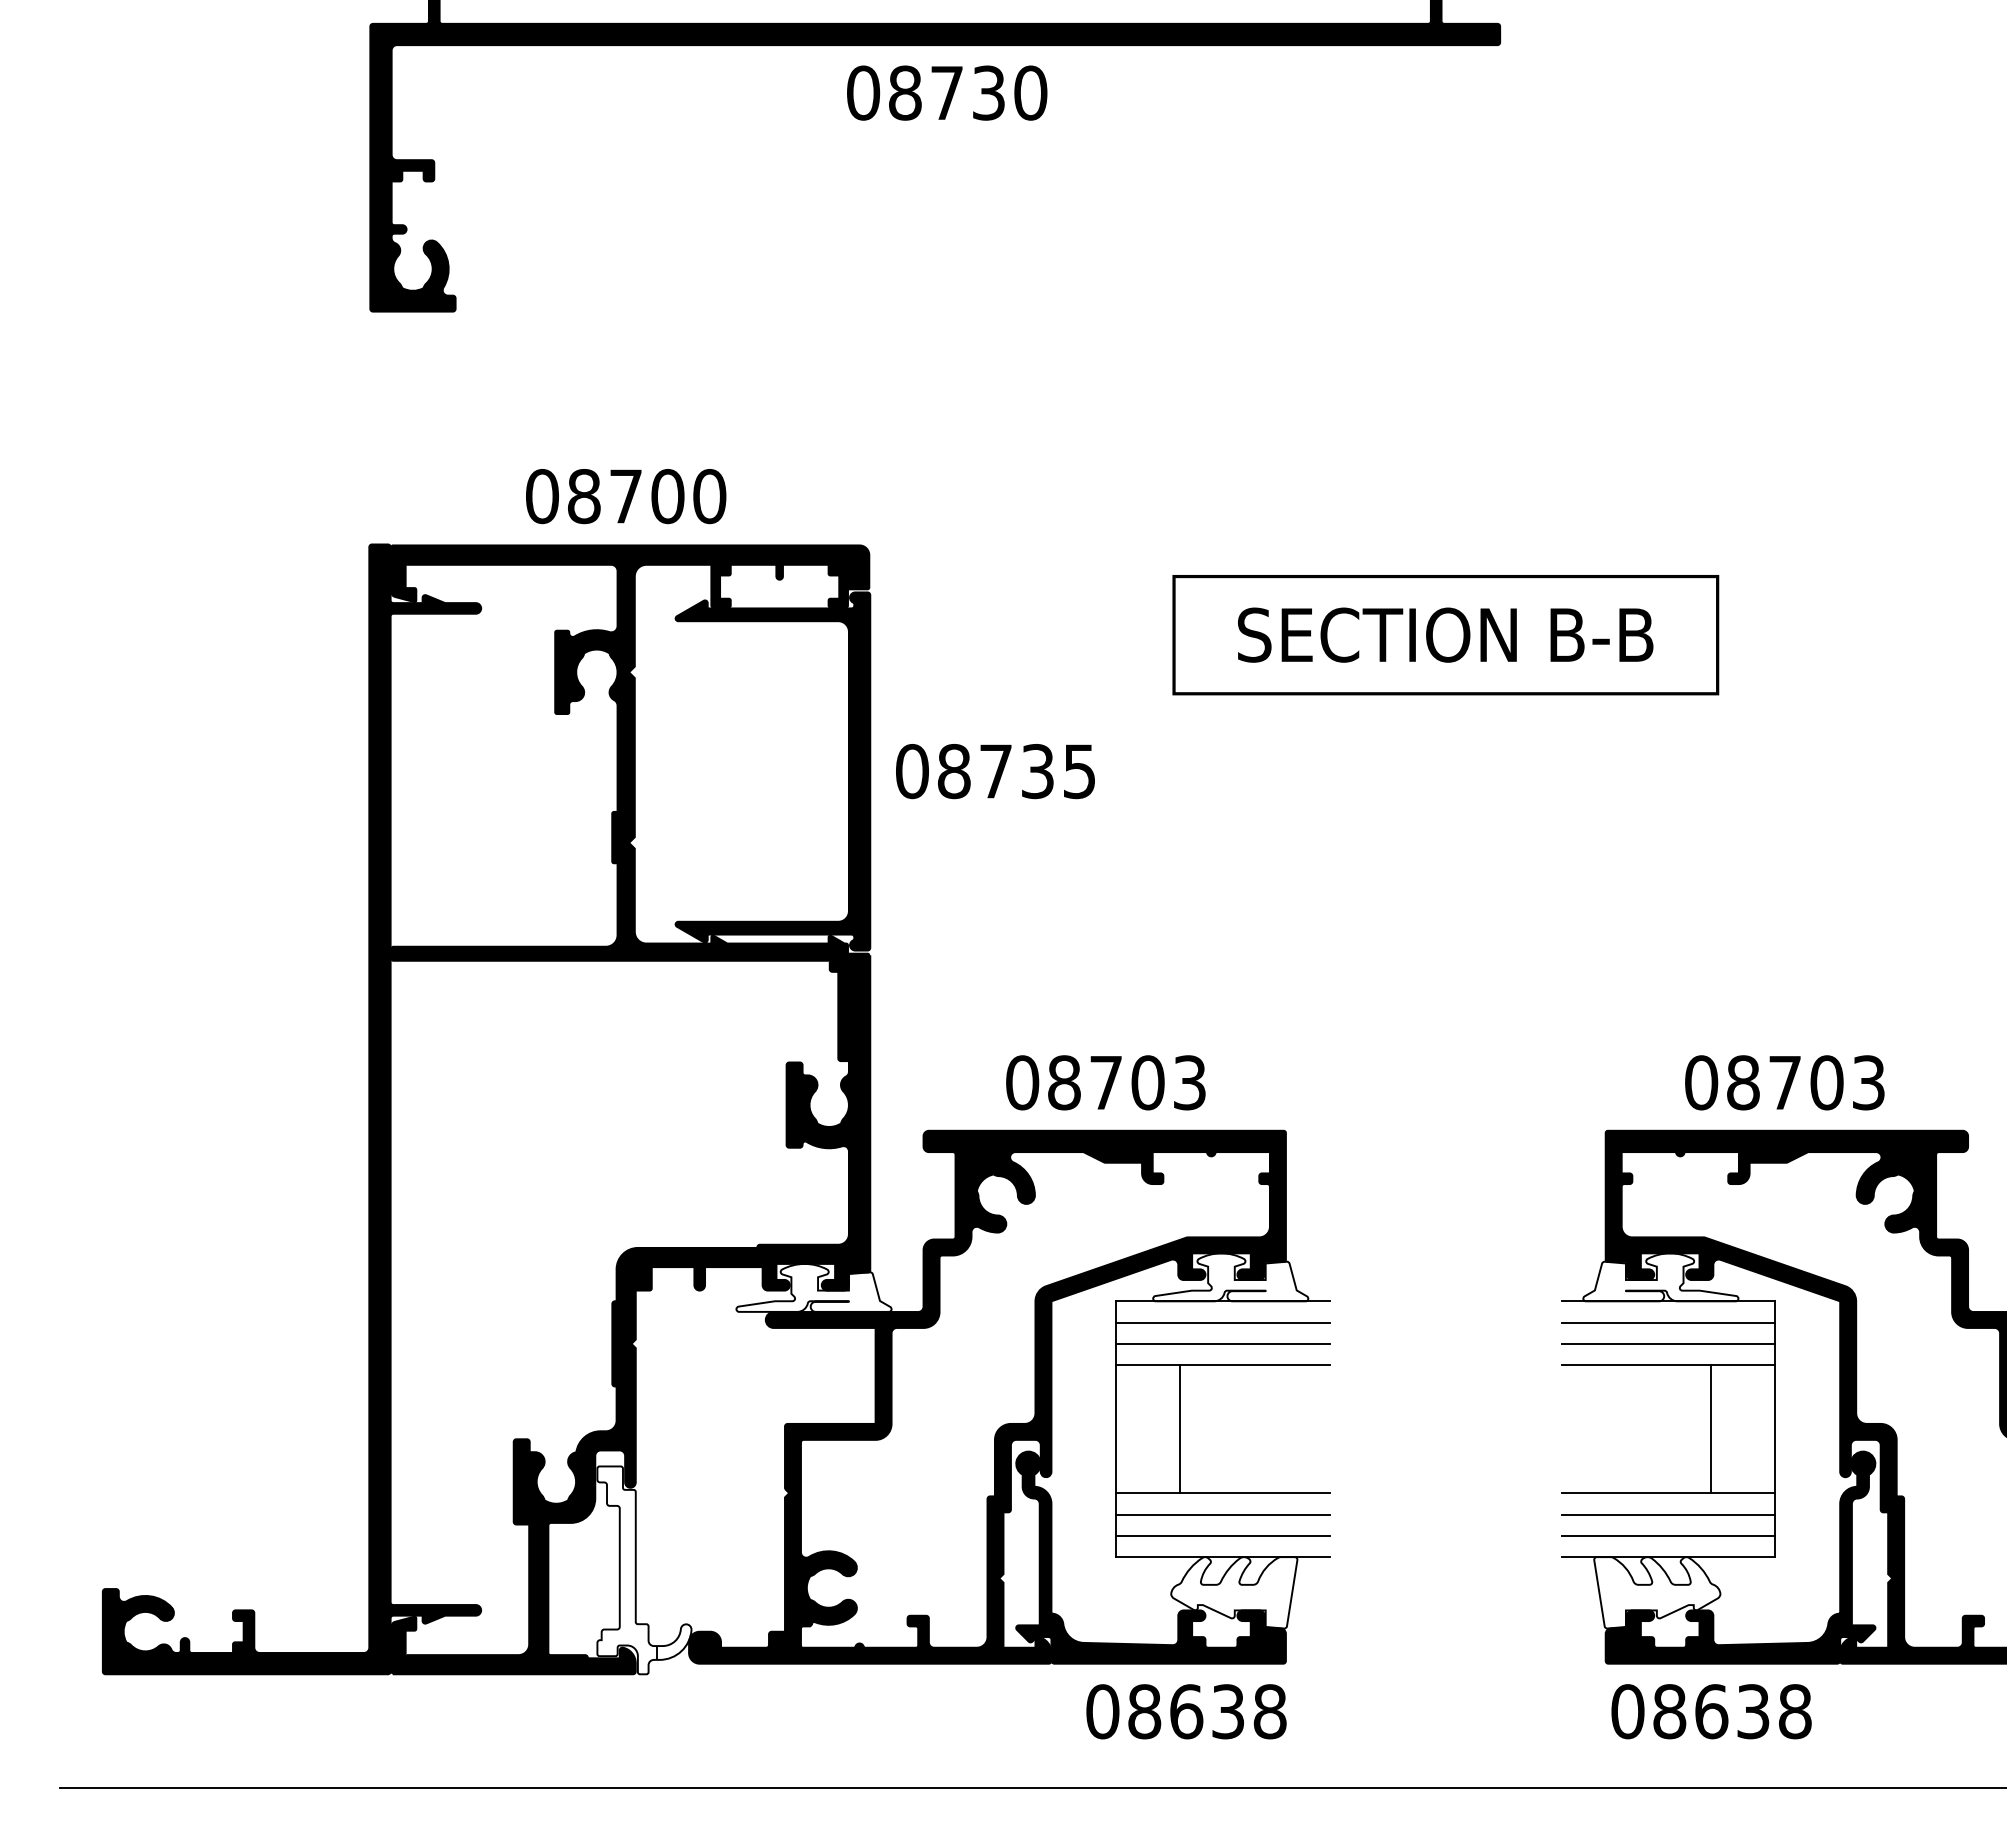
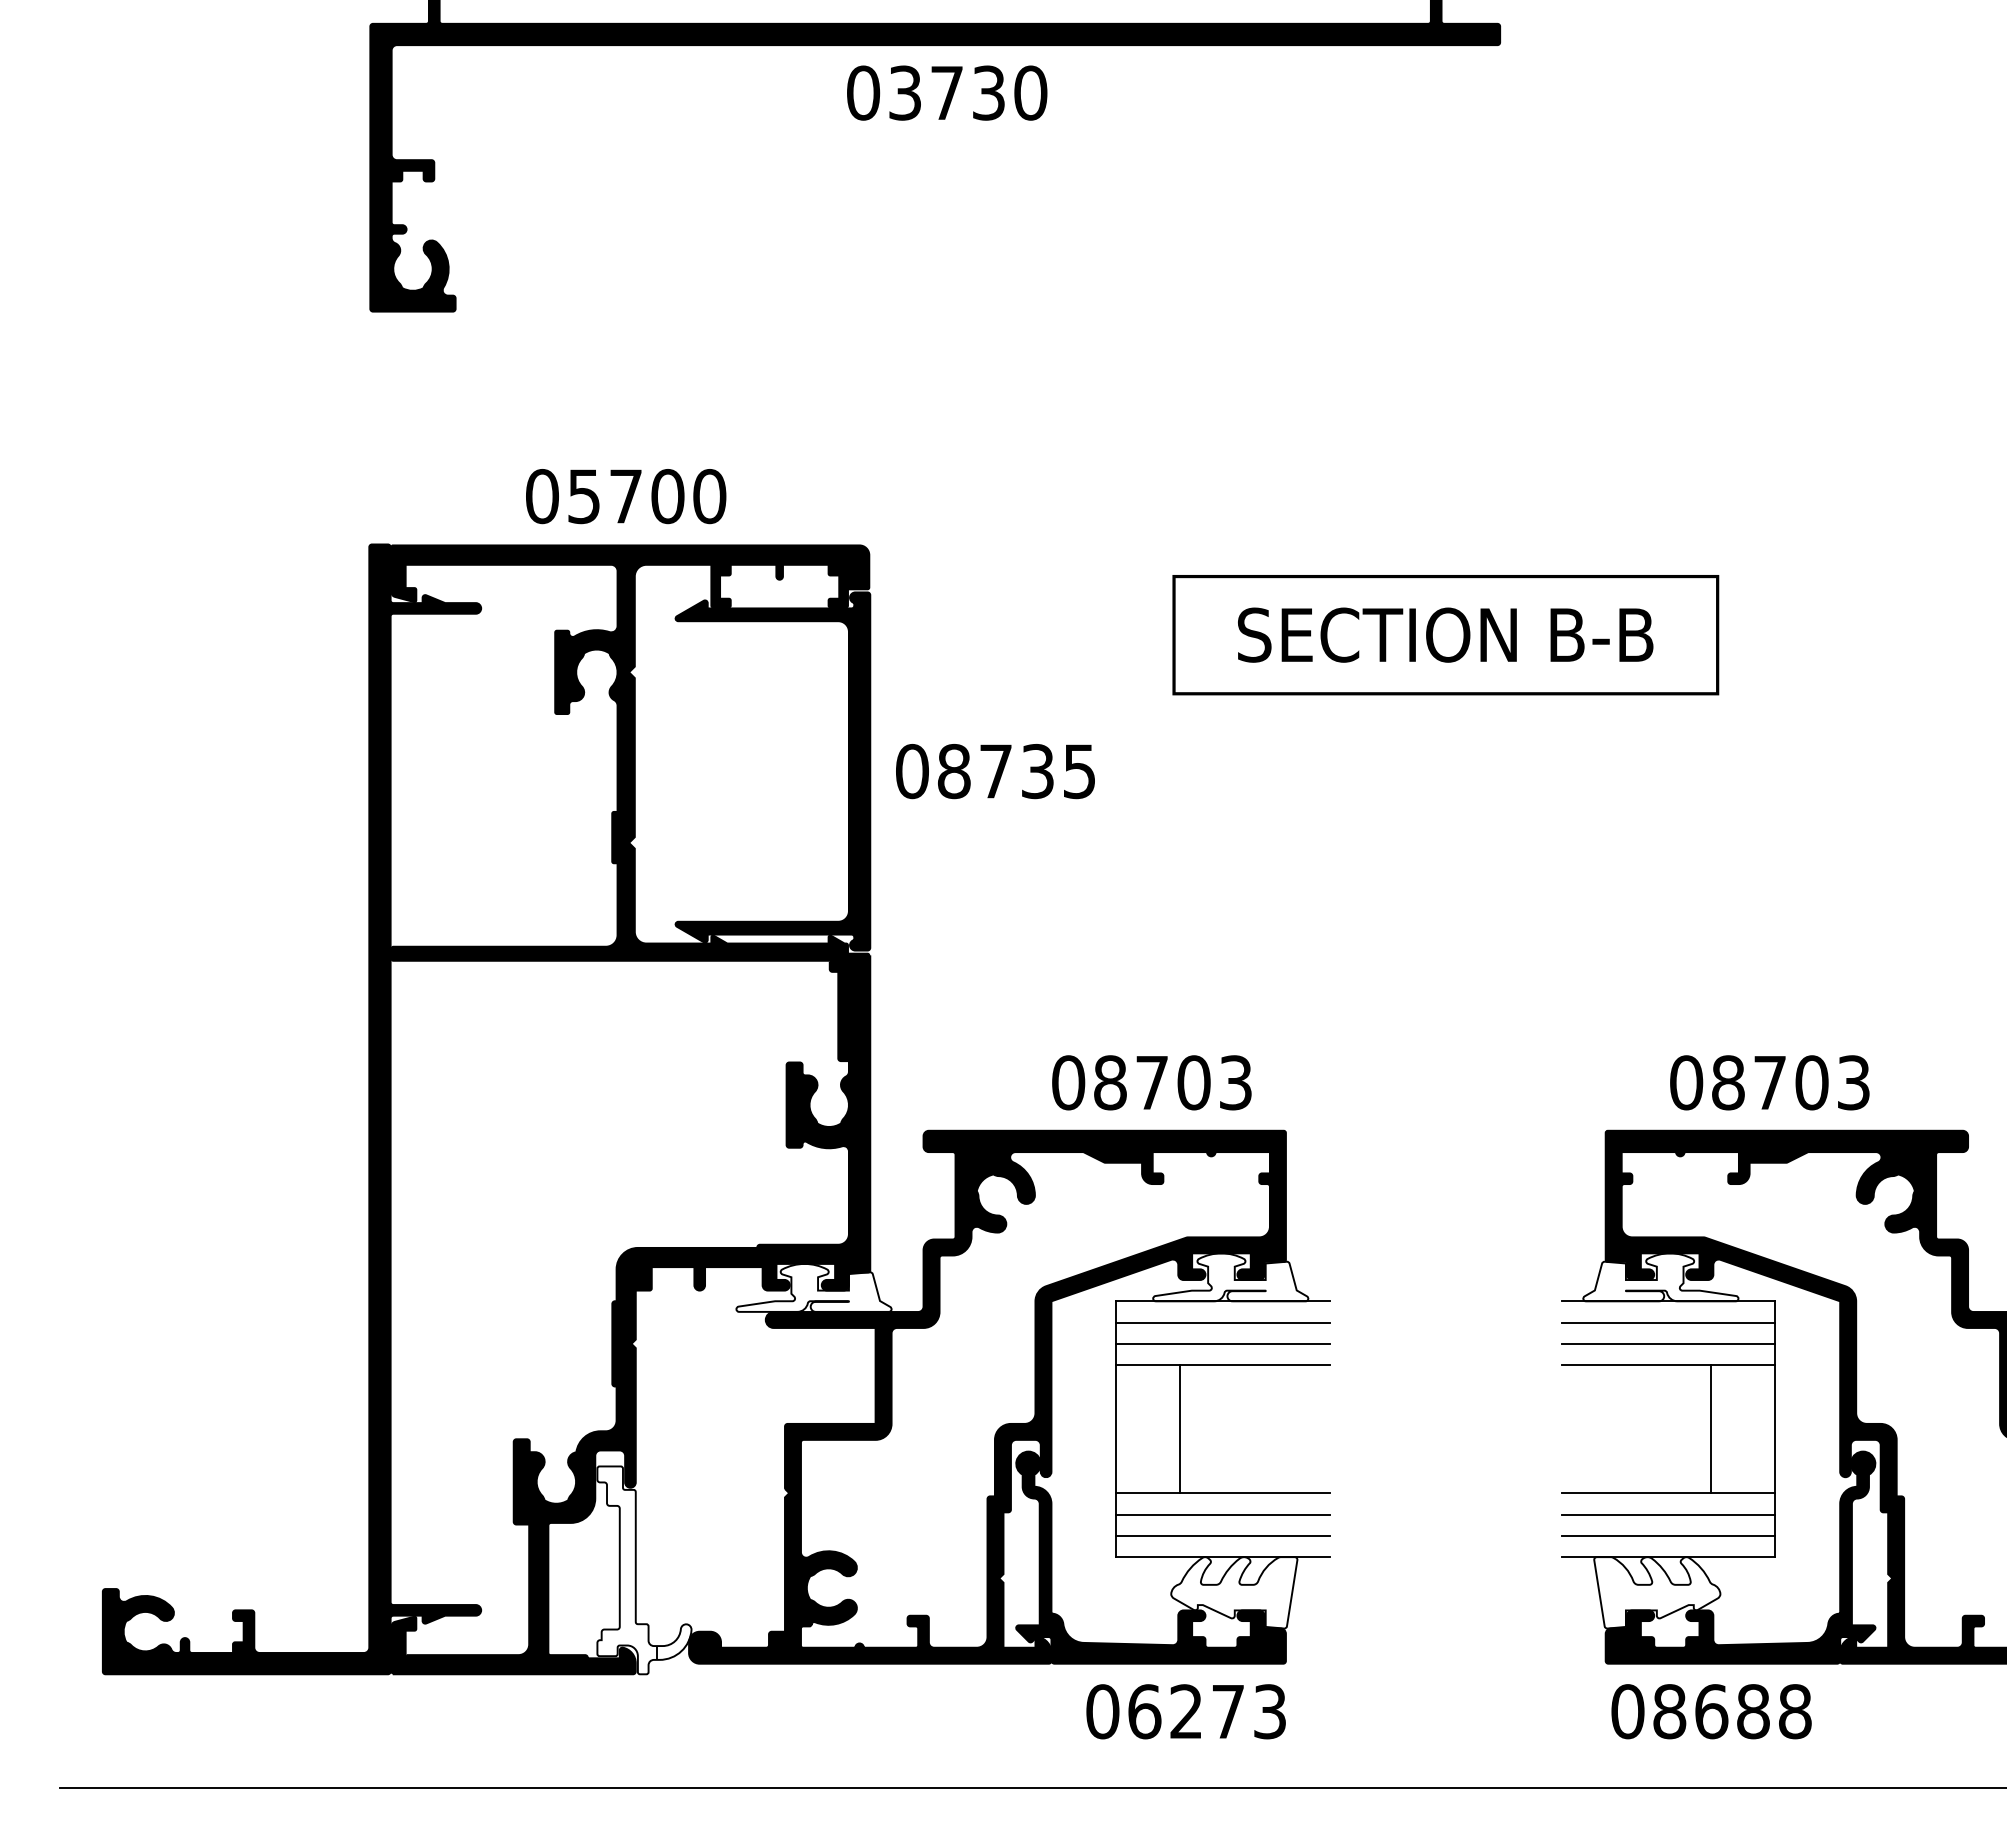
text at (905, 92): 08730 -> 03730
text at (584, 496): 08700 -> 05700
text at (1105, 1082) position: (1105, 1082) -> (1151, 1082)
text at (1784, 1082) position: (1784, 1082) -> (1769, 1082)
text at (1207, 1711): 08638 -> 06273
text at (1753, 1711): 08638 -> 08688
